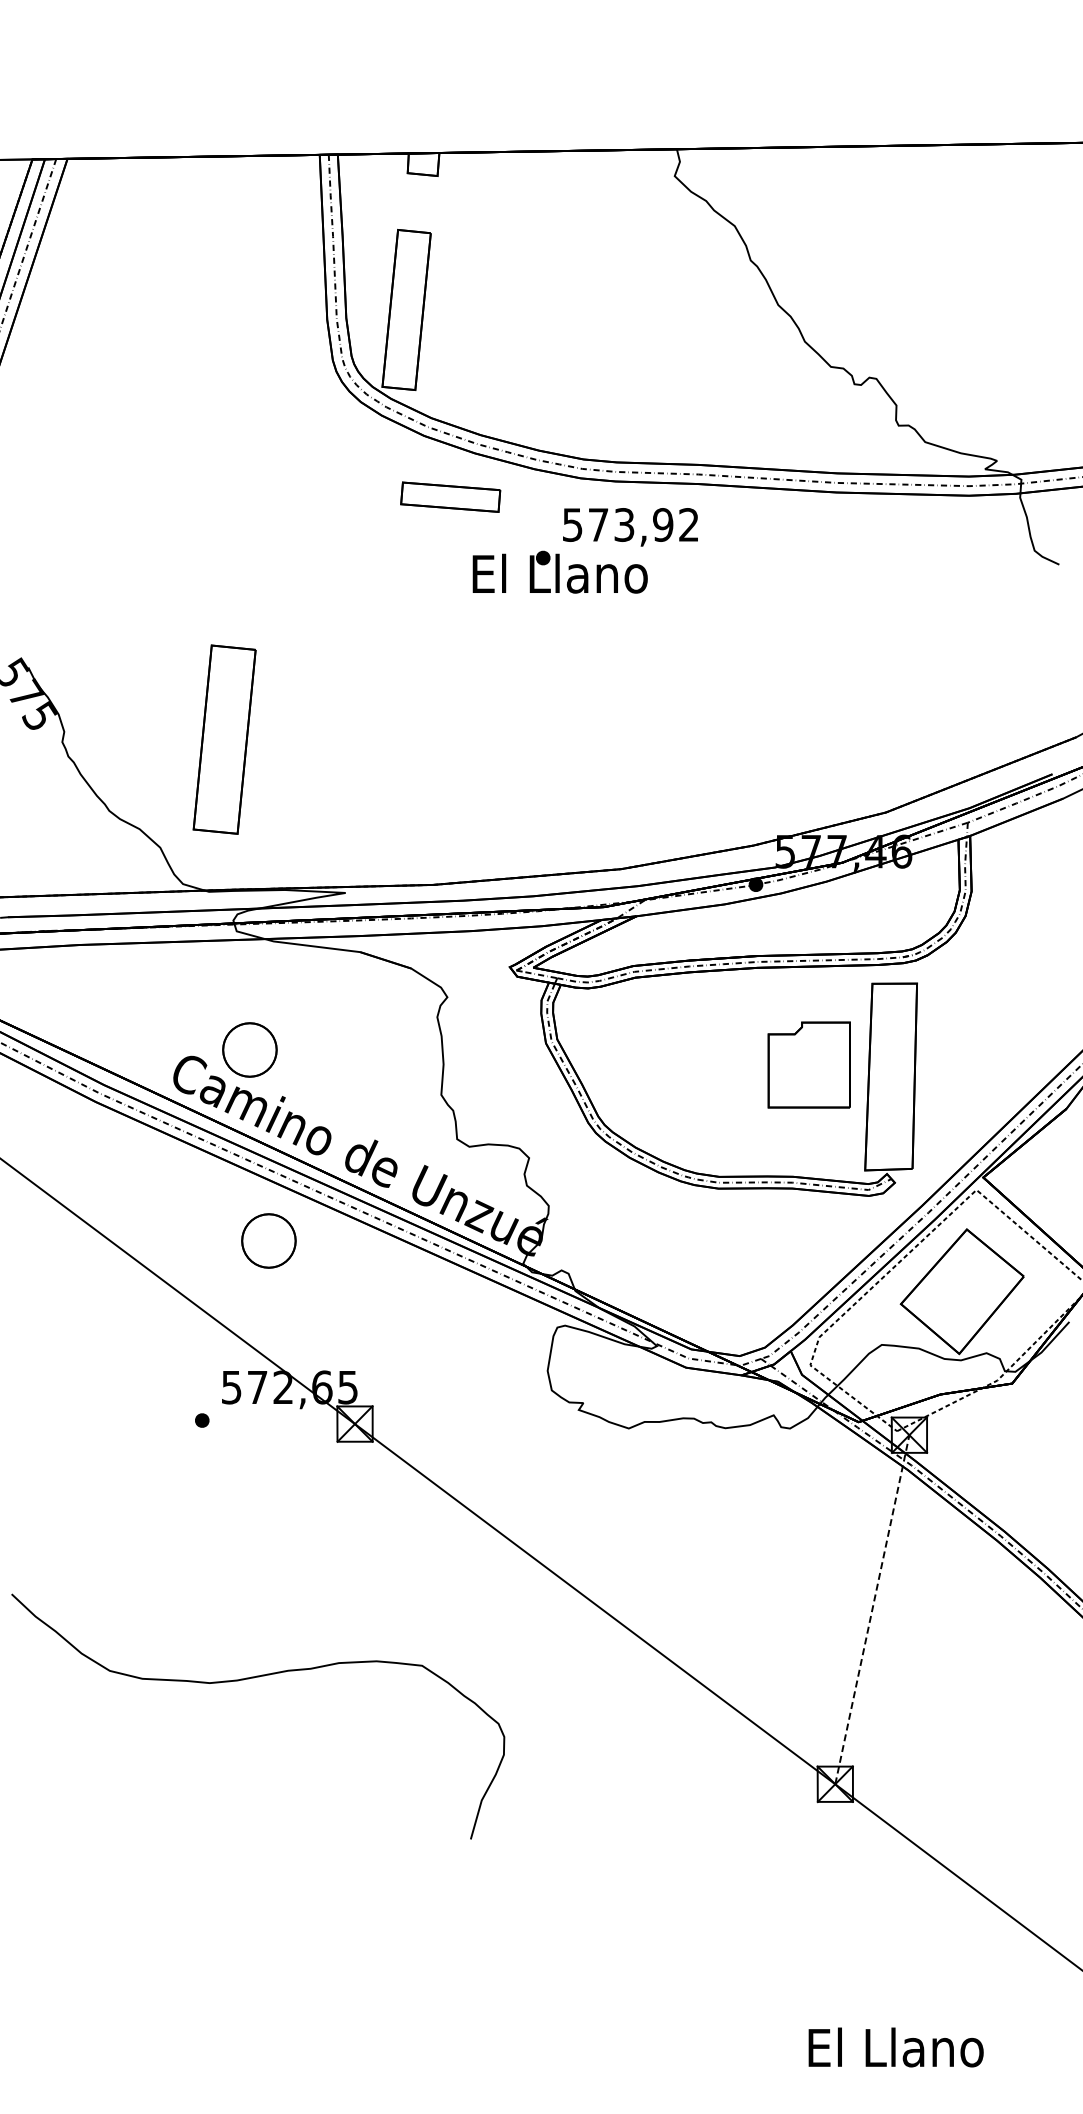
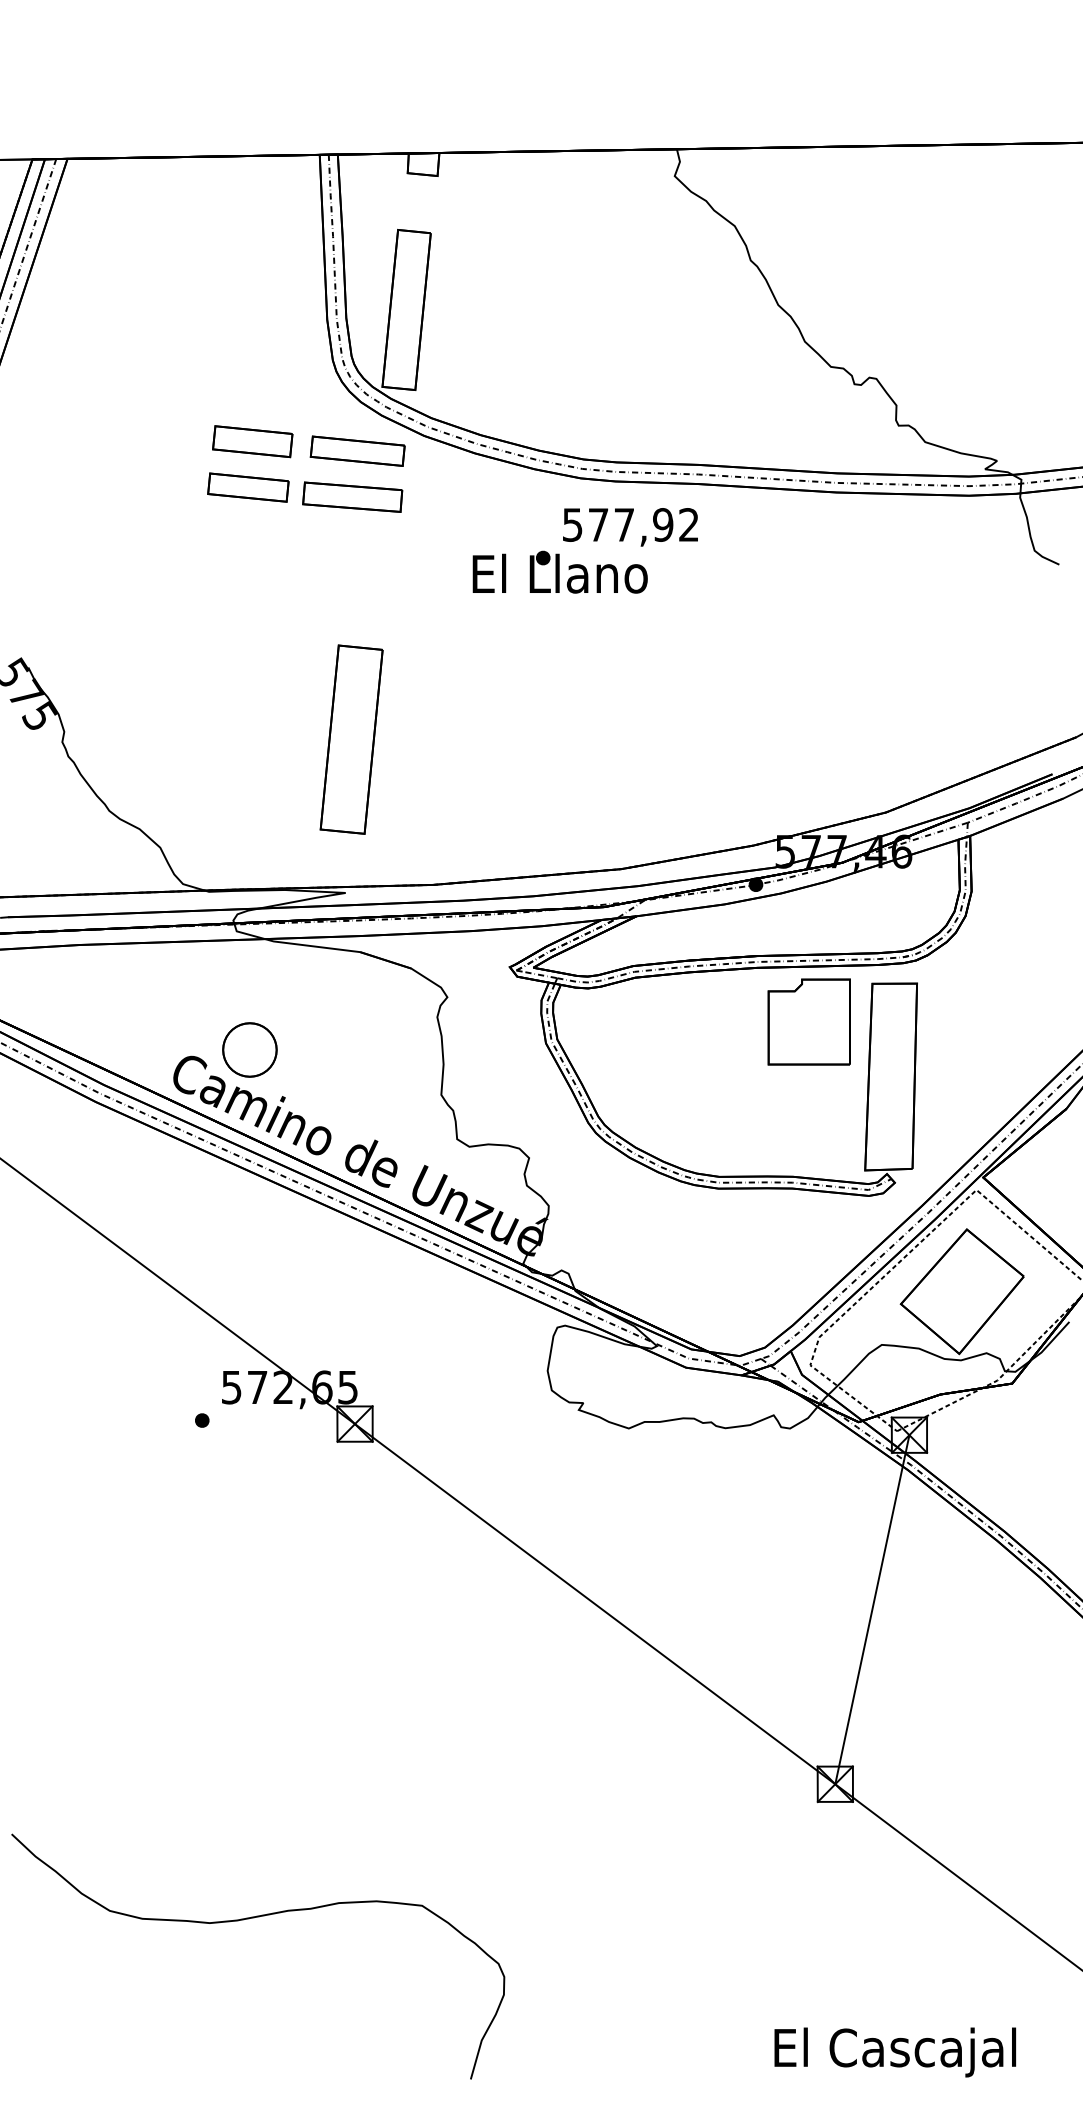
part at (252, 441): none -> present
part at (357, 450): none -> present
part at (248, 487): none -> present
part at (450, 496) position: (450, 496) -> (352, 496)
text at (624, 524): 573,92 -> 577,92
part at (224, 739) position: (224, 739) -> (351, 739)
part at (808, 1064) position: (808, 1064) -> (808, 1021)
part at (268, 1240): present -> none
line at (872, 1609): dashed -> solid
curve at (249, 1679) position: (249, 1679) -> (249, 1919)
text at (895, 2052): El Llano -> El Cascajal
